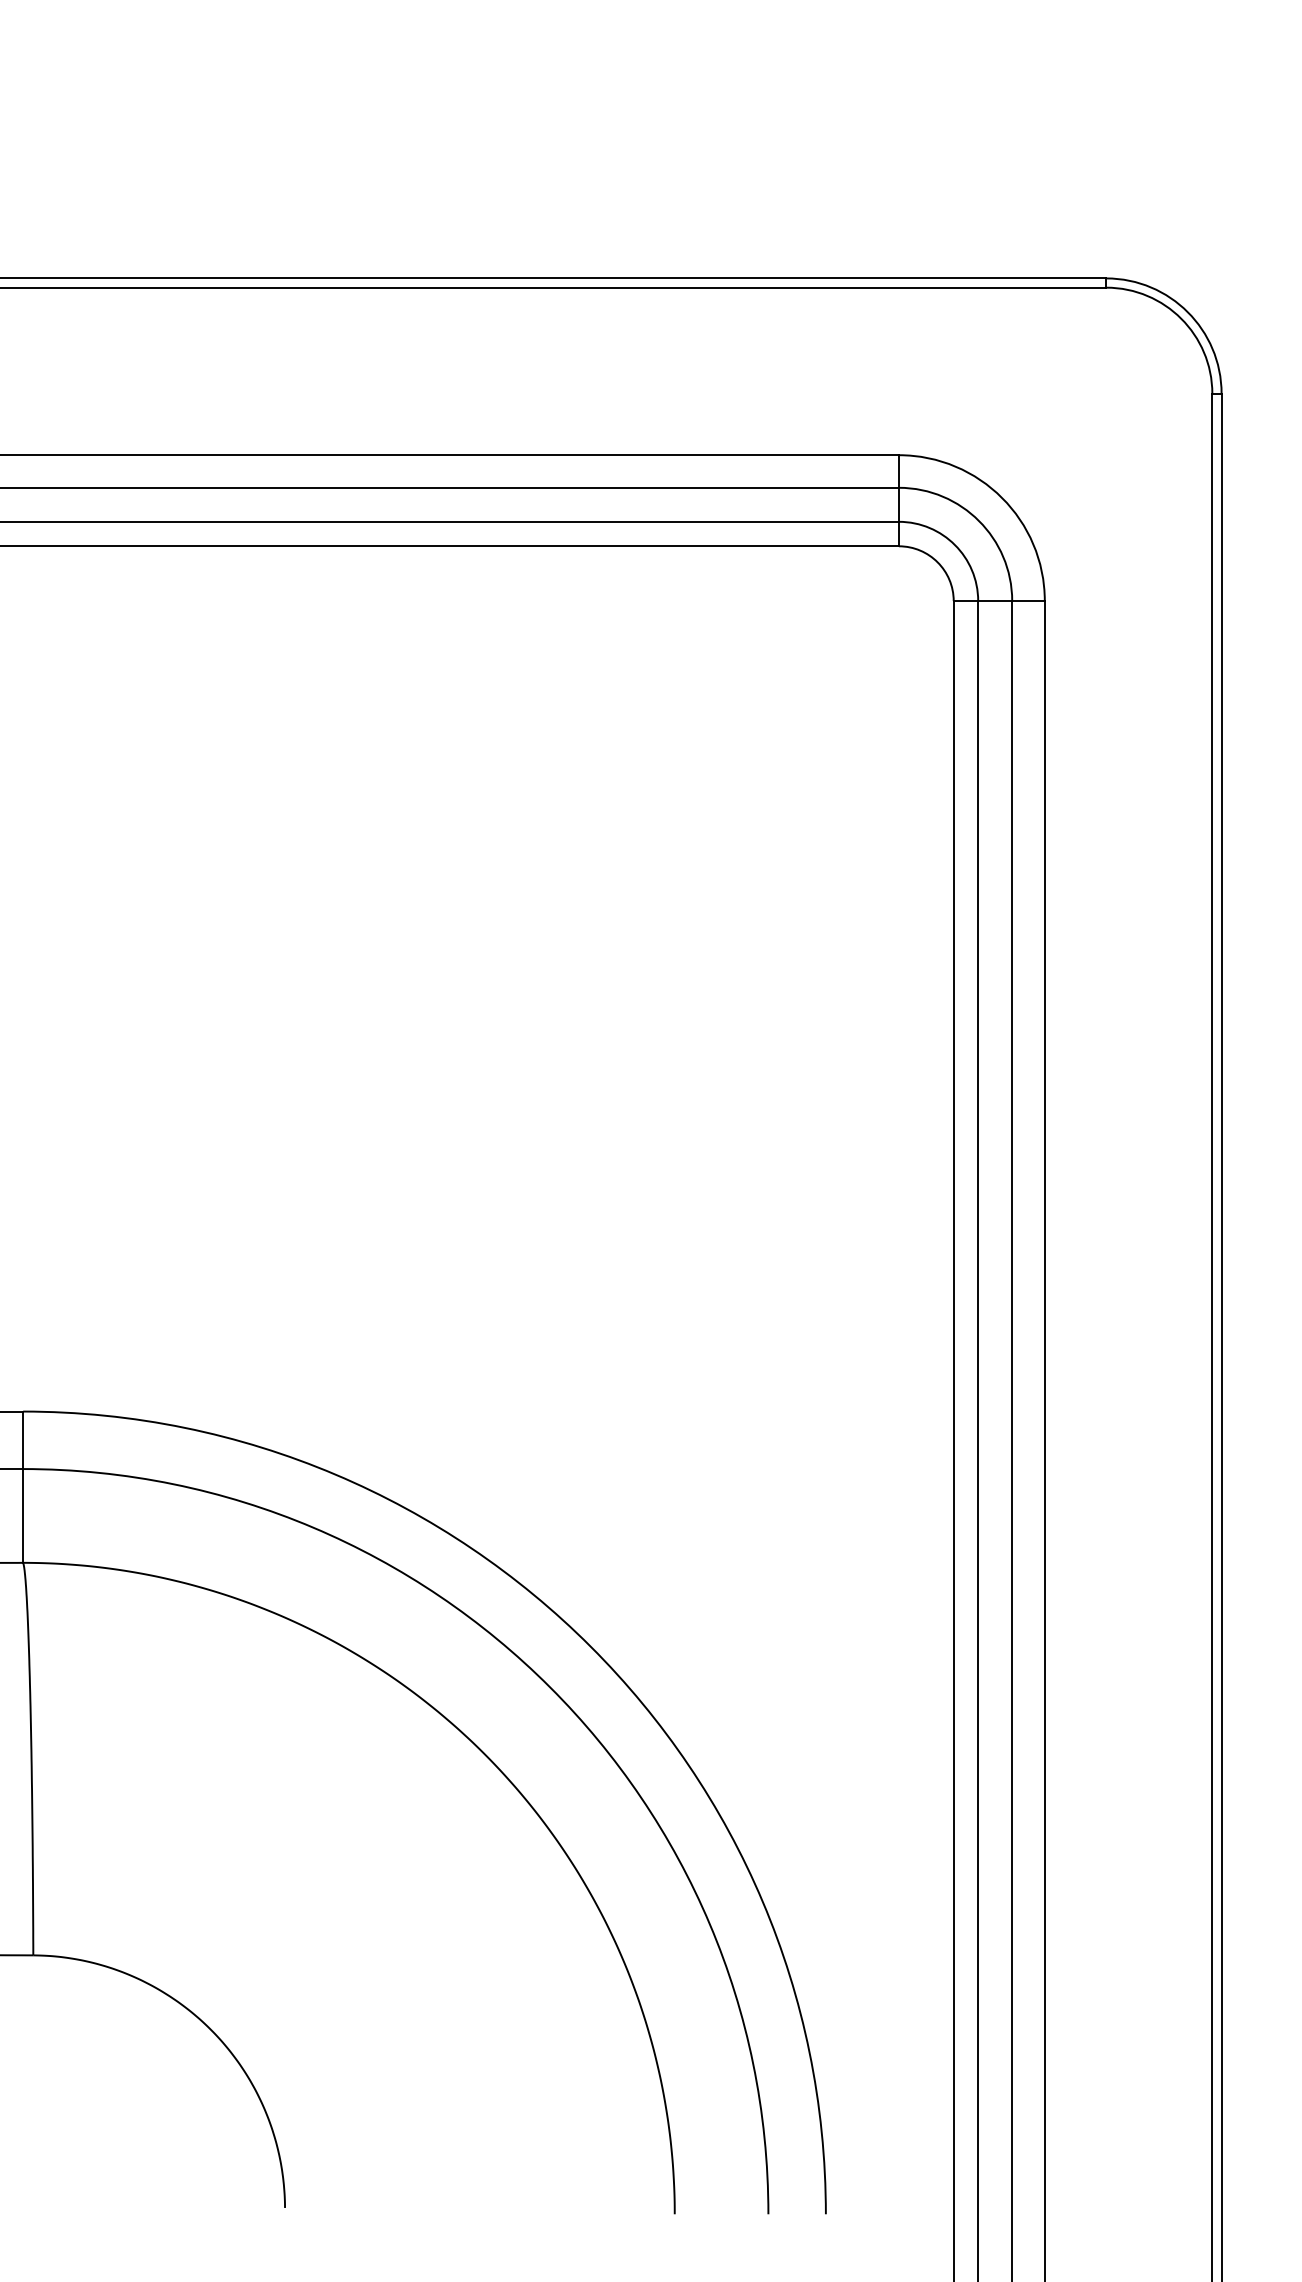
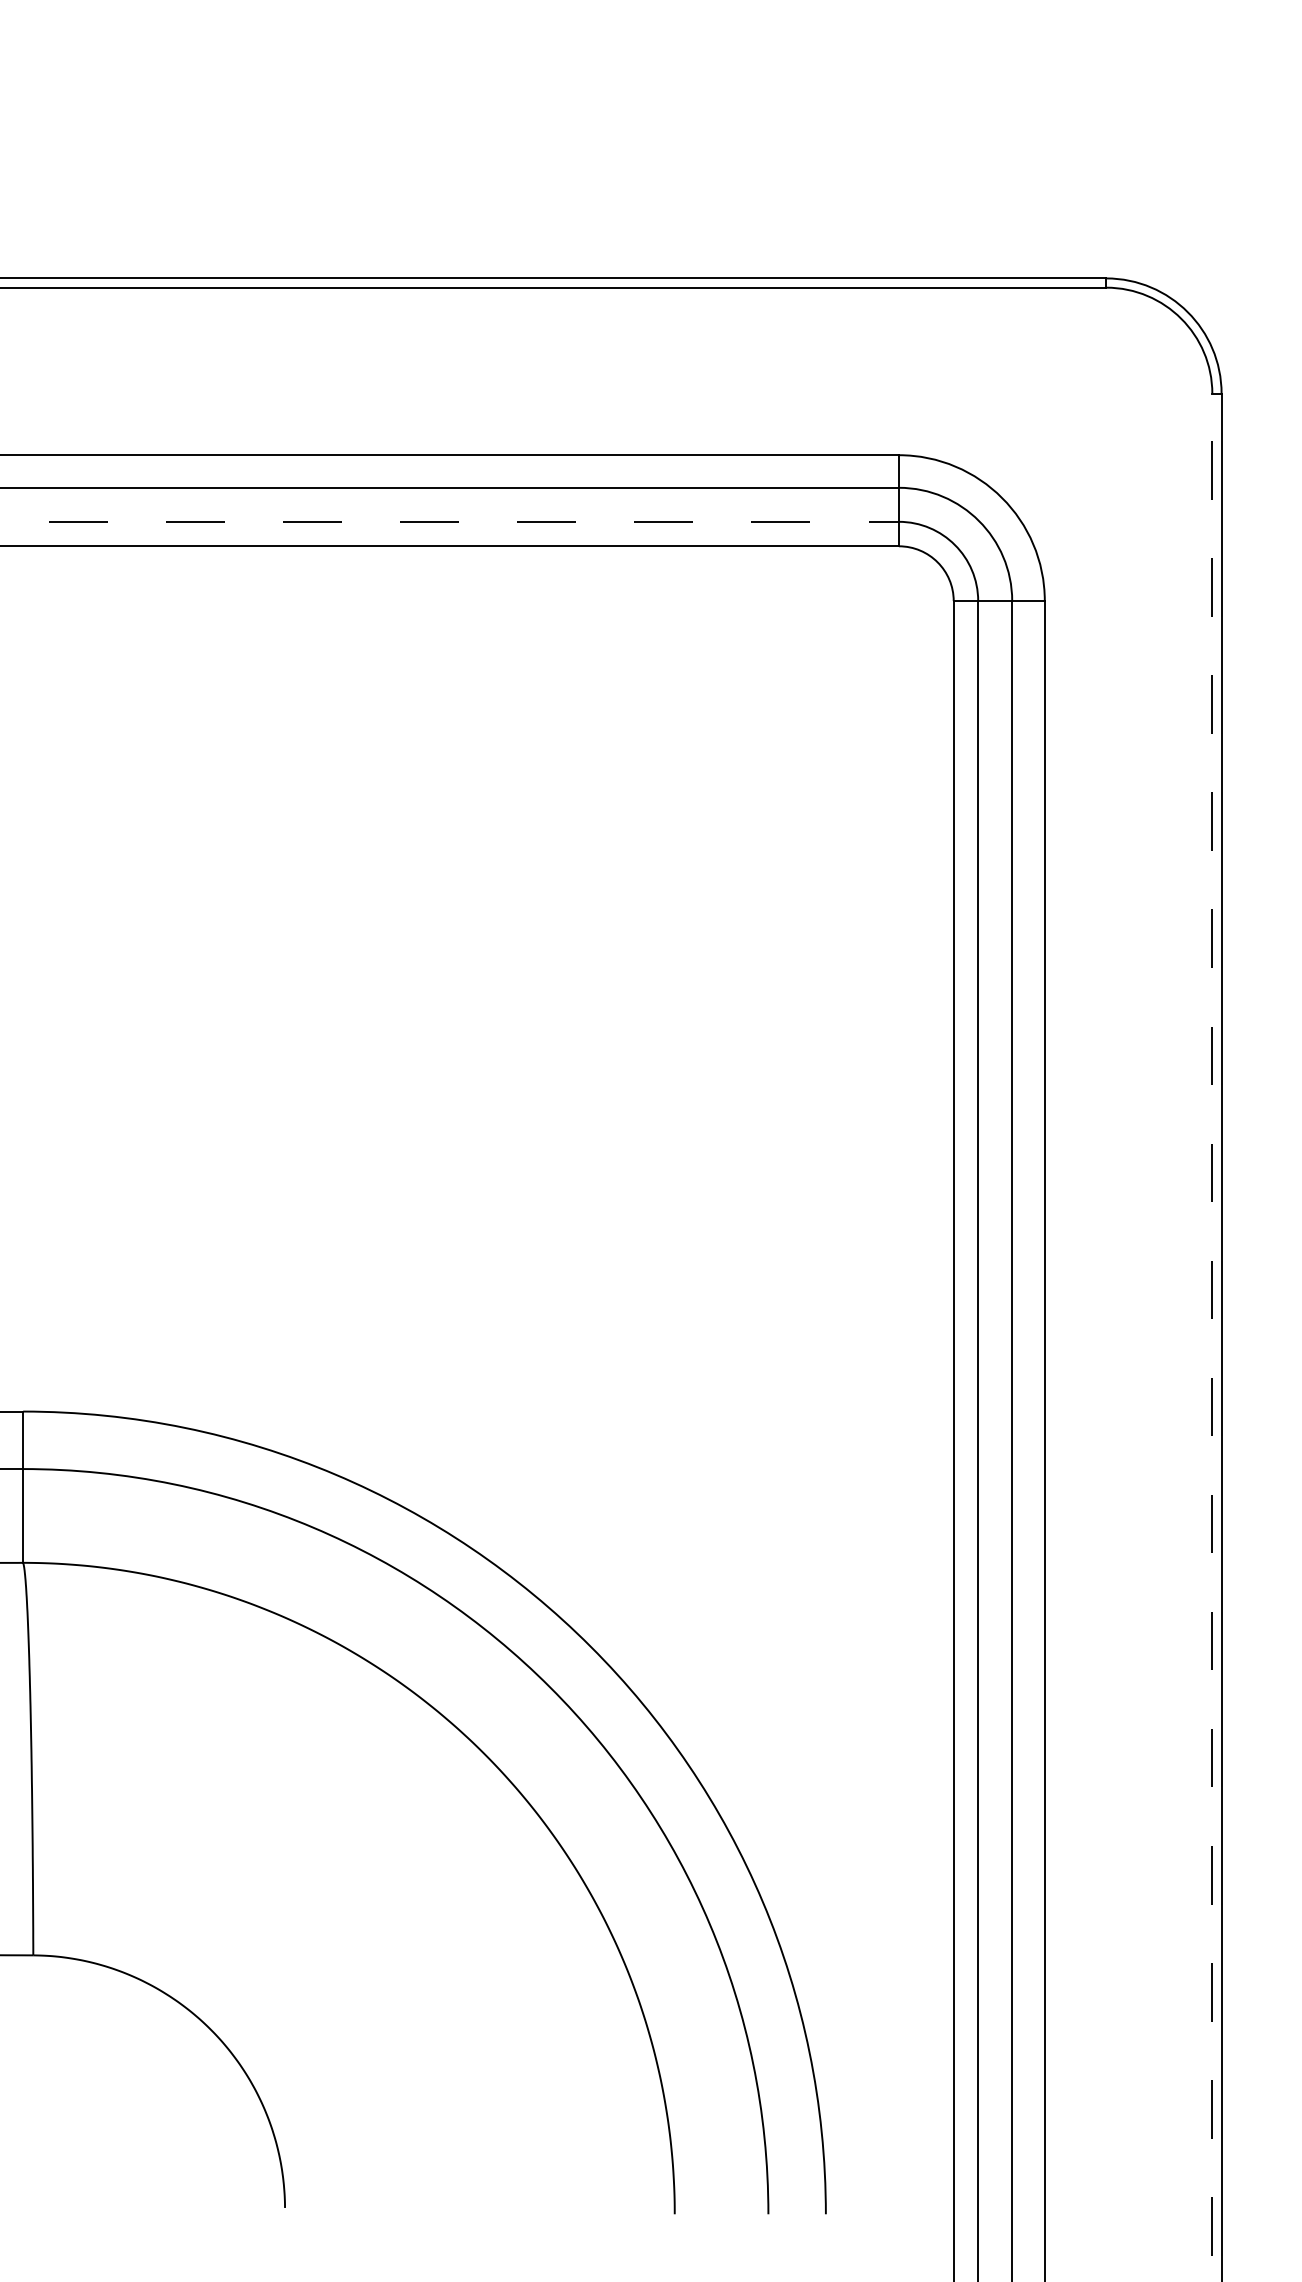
line at (449, 521): solid -> dashed
line at (1212, 1337): solid -> dashed
